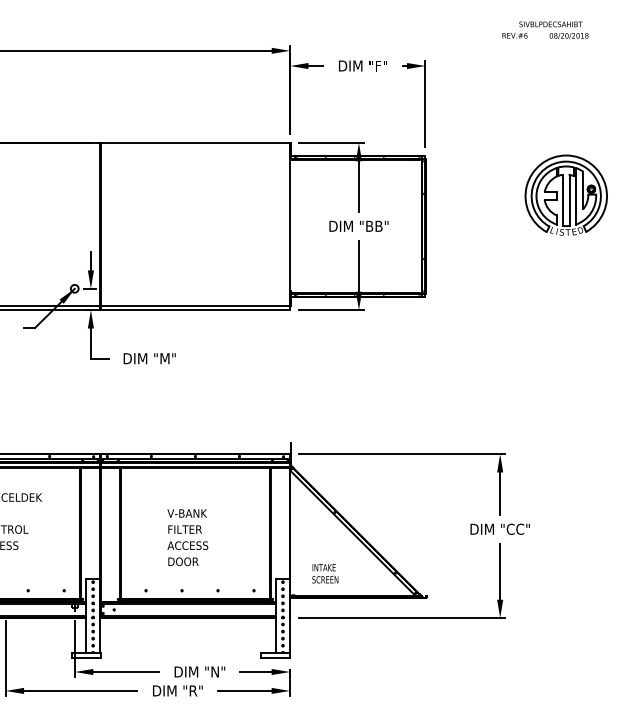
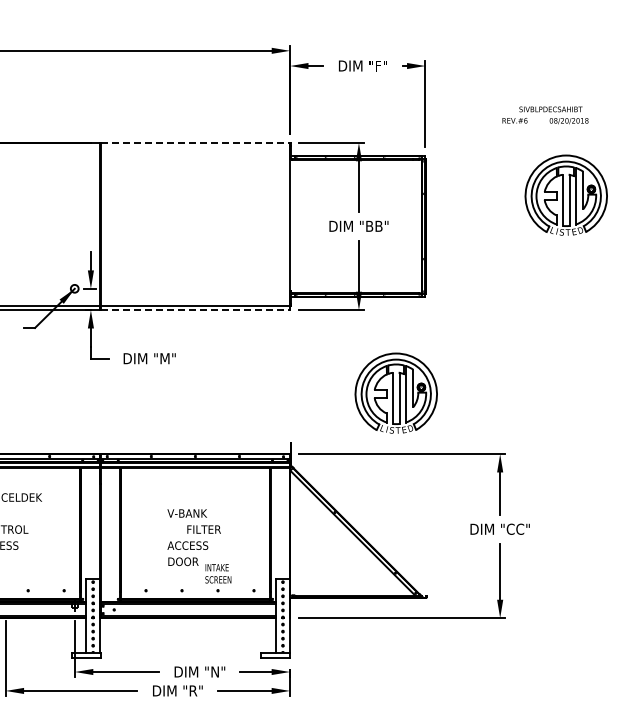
text at (545, 30) position: (545, 30) -> (545, 115)
line at (195, 142): solid -> dashed
line at (195, 310): solid -> dashed
part at (395, 392): none -> present
text at (184, 529) position: (184, 529) -> (203, 529)
text at (325, 573) position: (325, 573) -> (218, 573)
